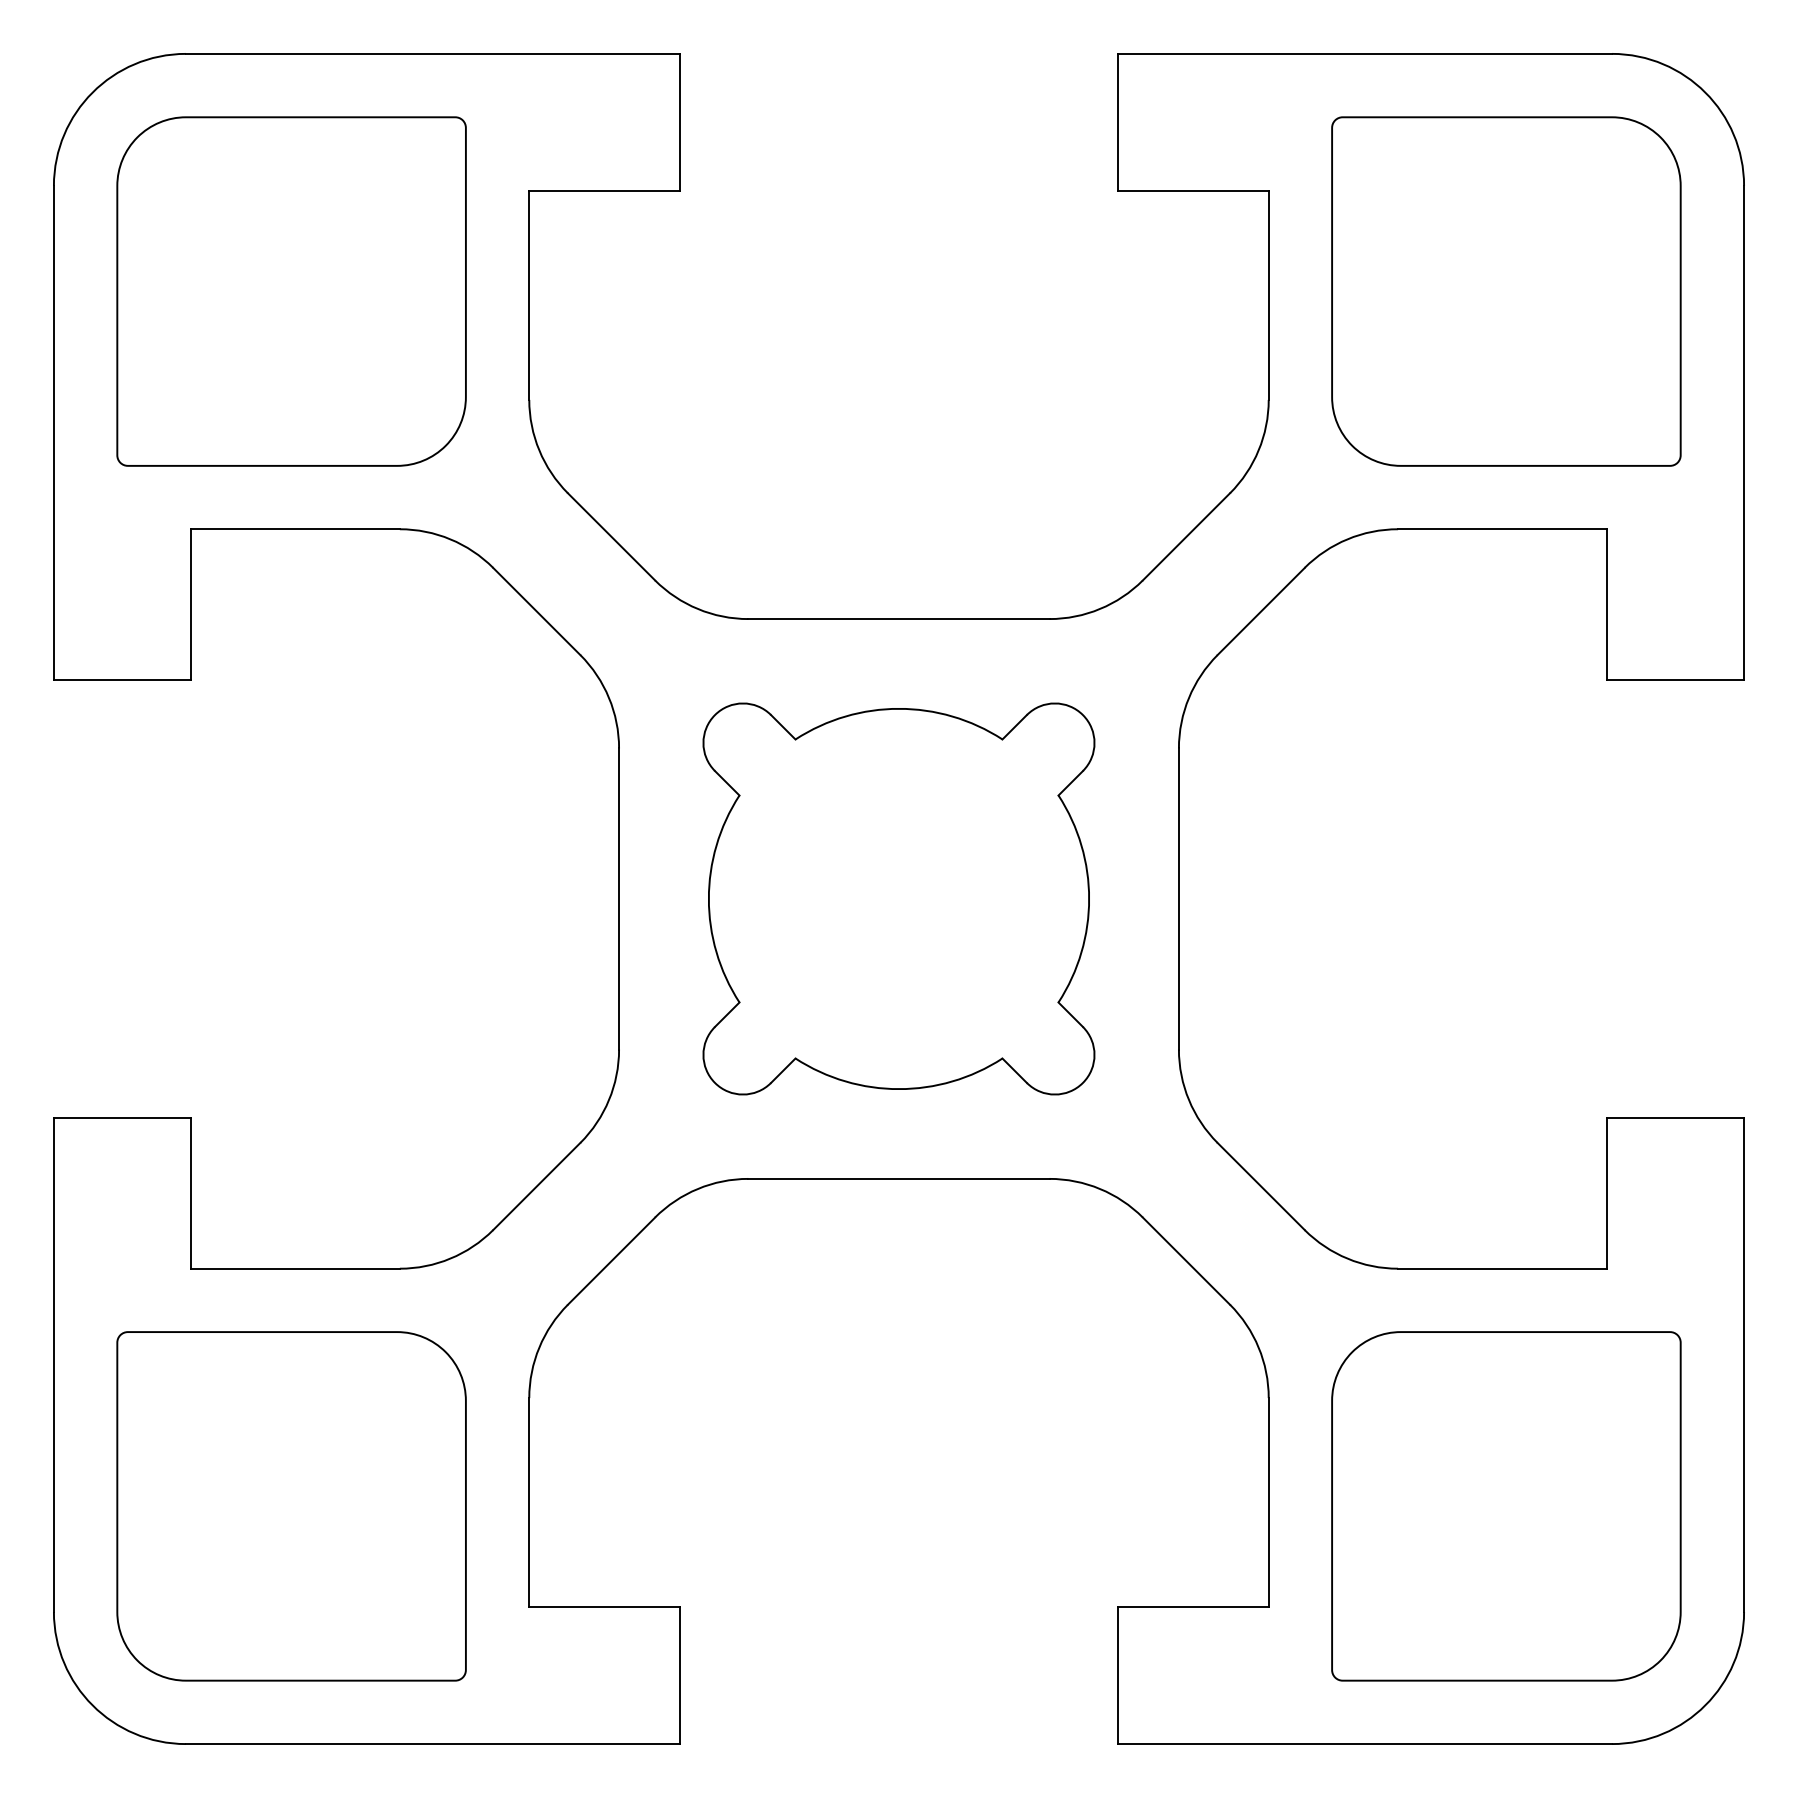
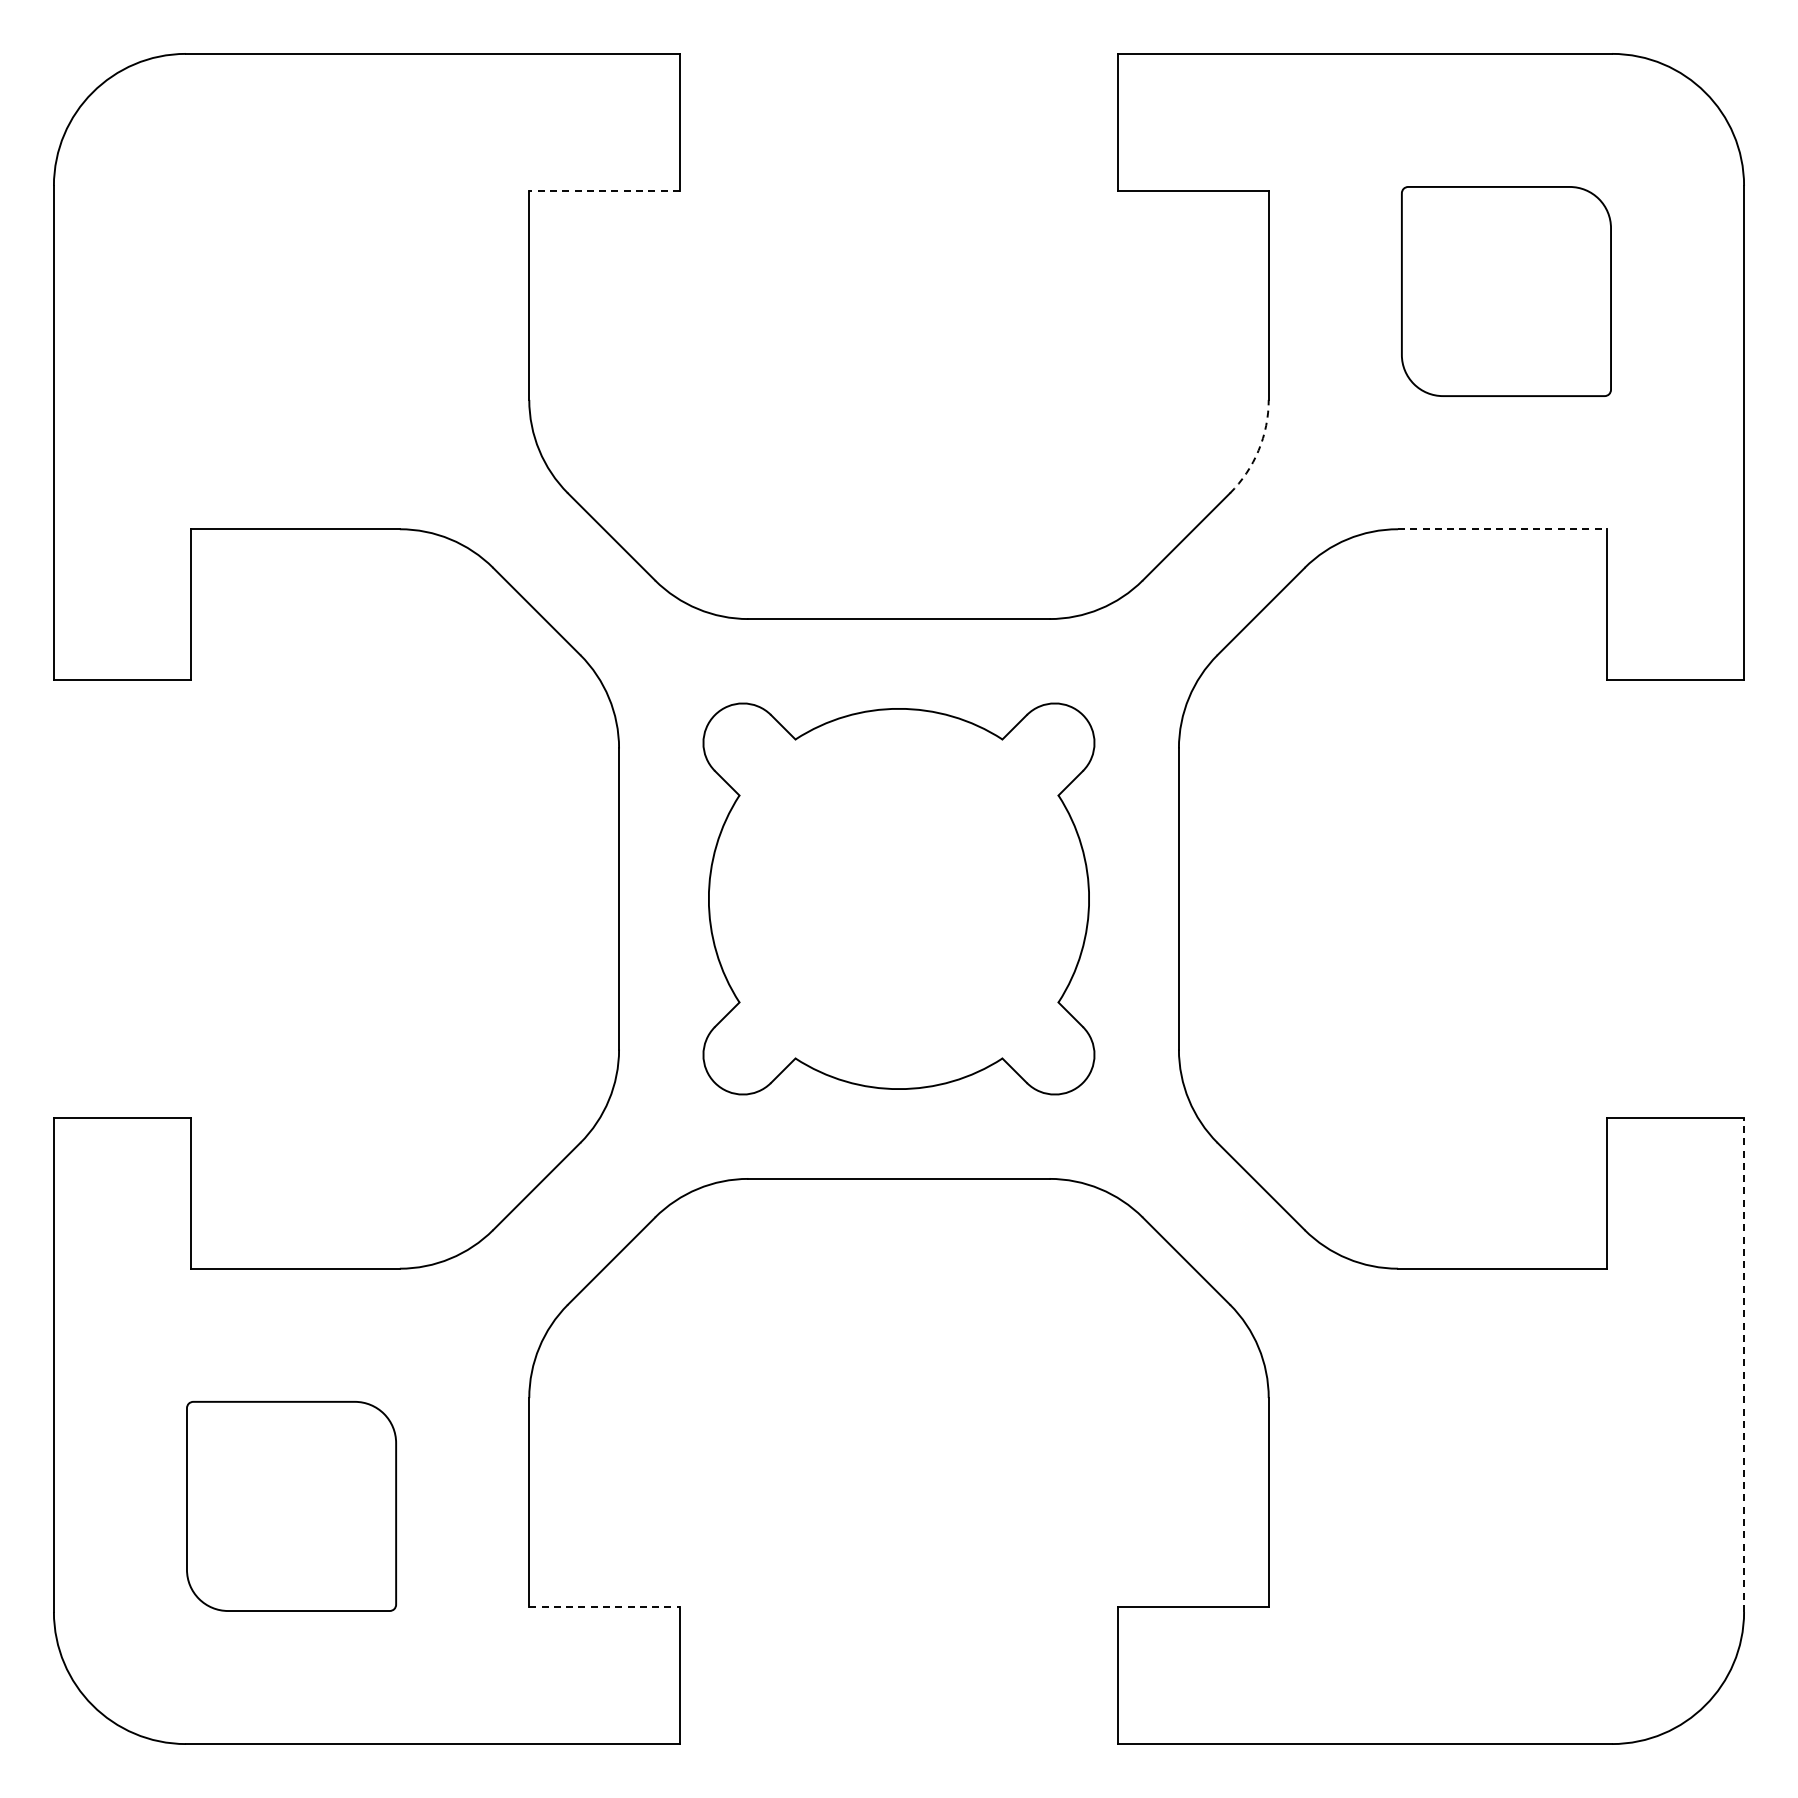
line at (604, 191): solid -> dashed
part at (291, 291): present -> none
part at (1506, 291) size: 351x351 px -> 211x211 px
arc at (1258, 450): solid -> dashed
line at (1502, 529): solid -> dashed
line at (1744, 1365): solid -> dashed
part at (291, 1506) size: 351x351 px -> 211x211 px
part at (1506, 1506): present -> none
line at (605, 1606): solid -> dashed
